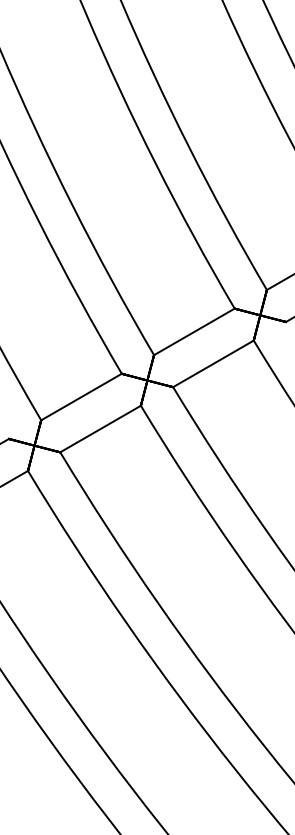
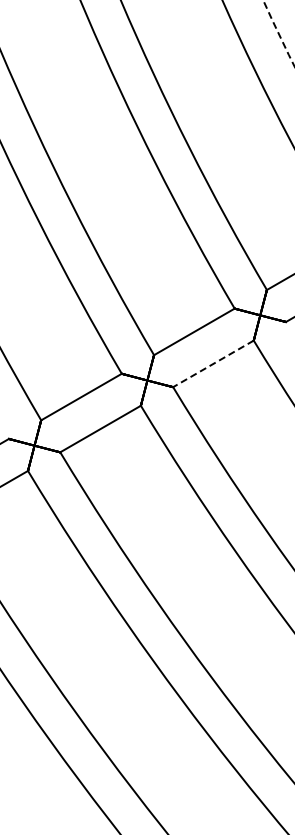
arc at (279, 34): solid -> dashed
line at (213, 363): solid -> dashed
